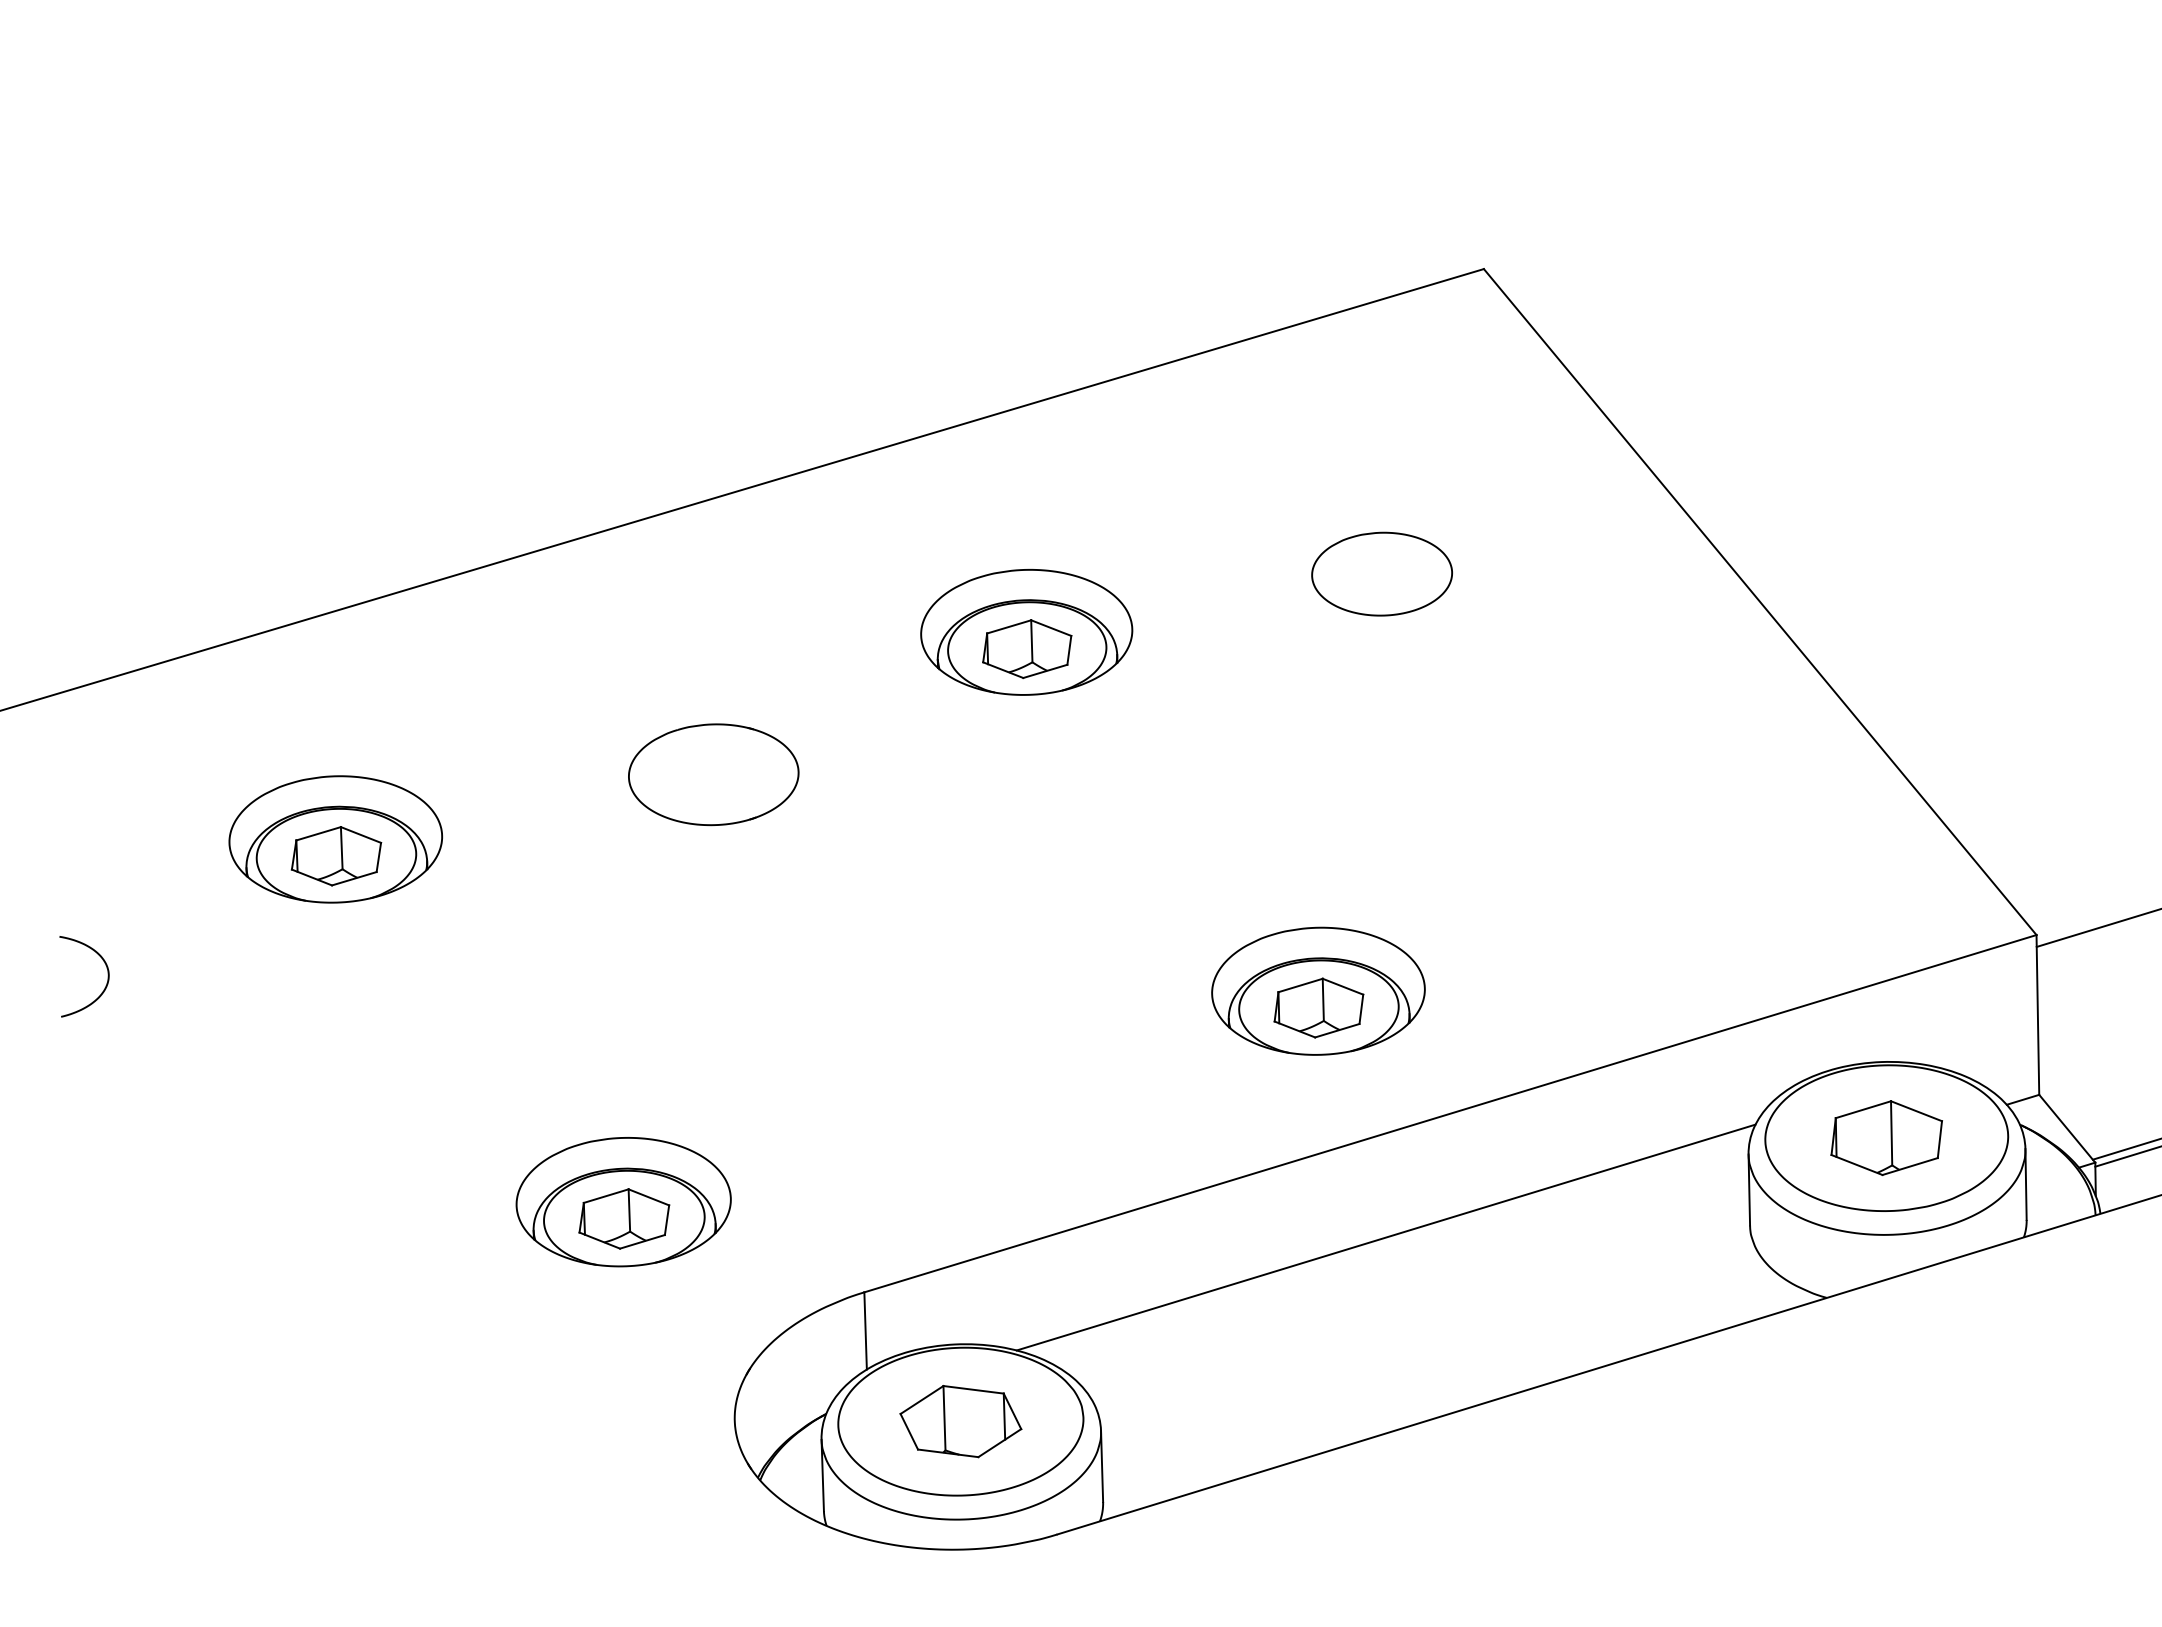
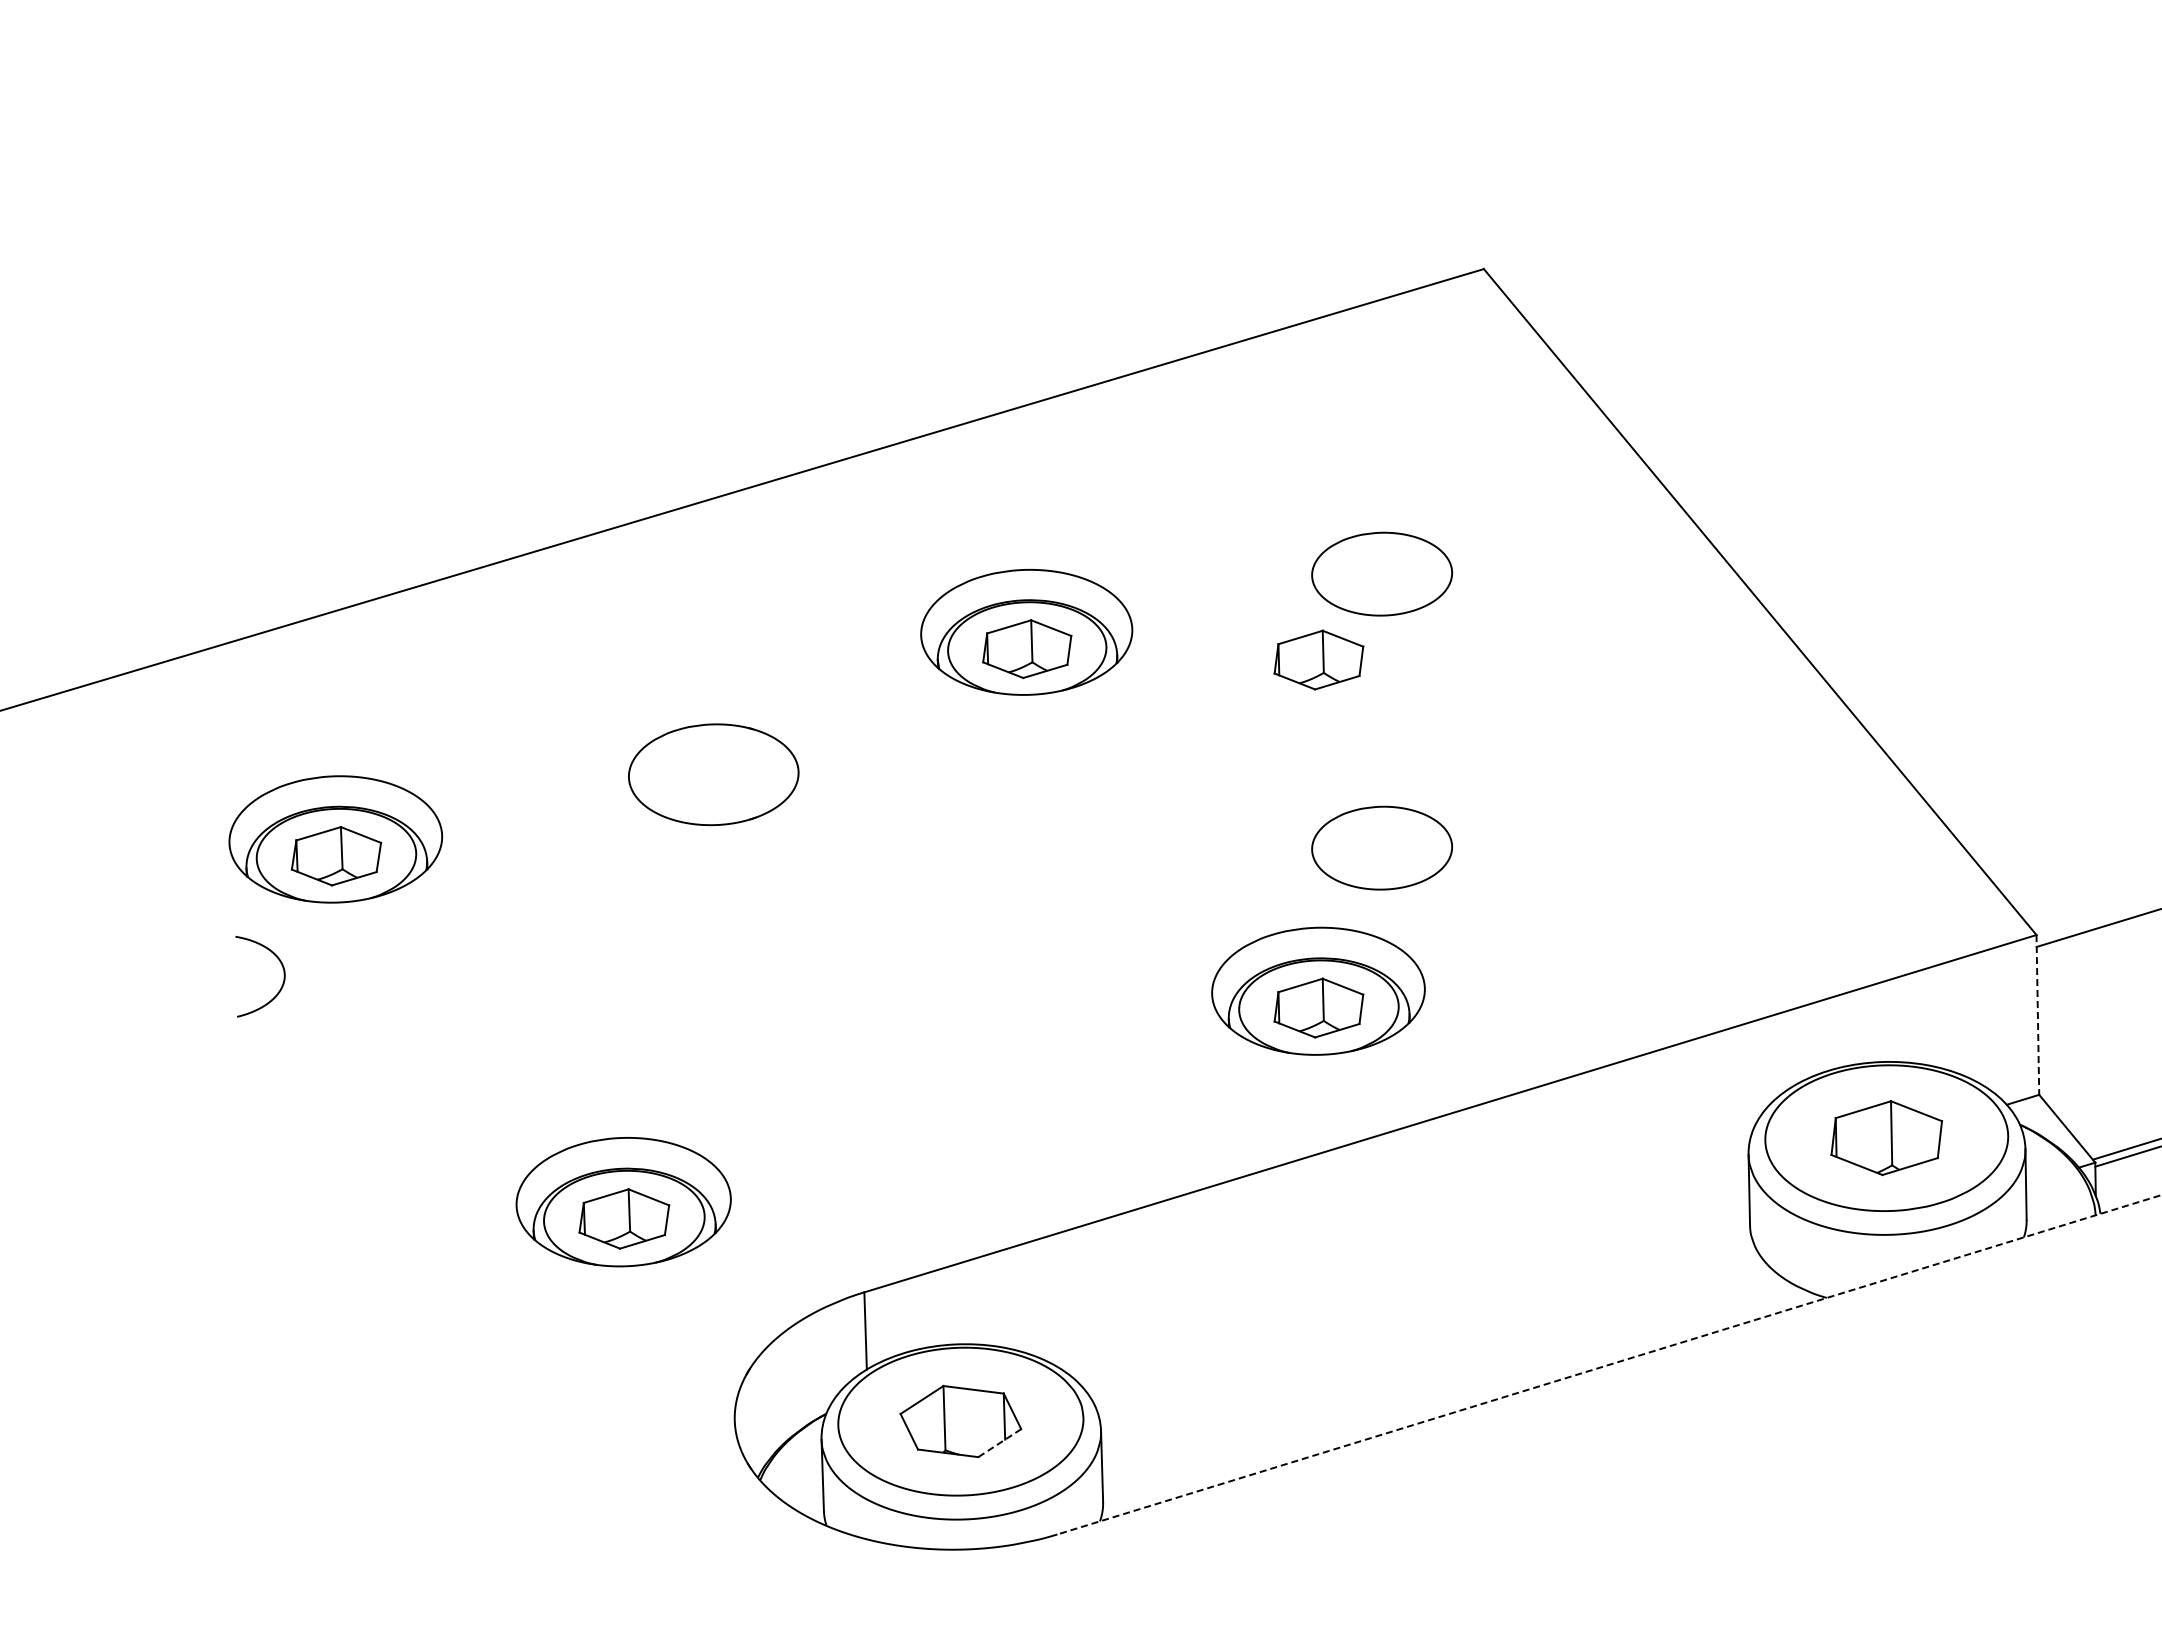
part at (1318, 659): none -> present
part at (1381, 847): none -> present
curve at (105, 985) position: (105, 985) -> (281, 985)
line at (2037, 1014): solid -> dashed
line at (1385, 1237): present -> none
line at (1608, 1364): solid -> dashed
line at (999, 1443): solid -> dashed
